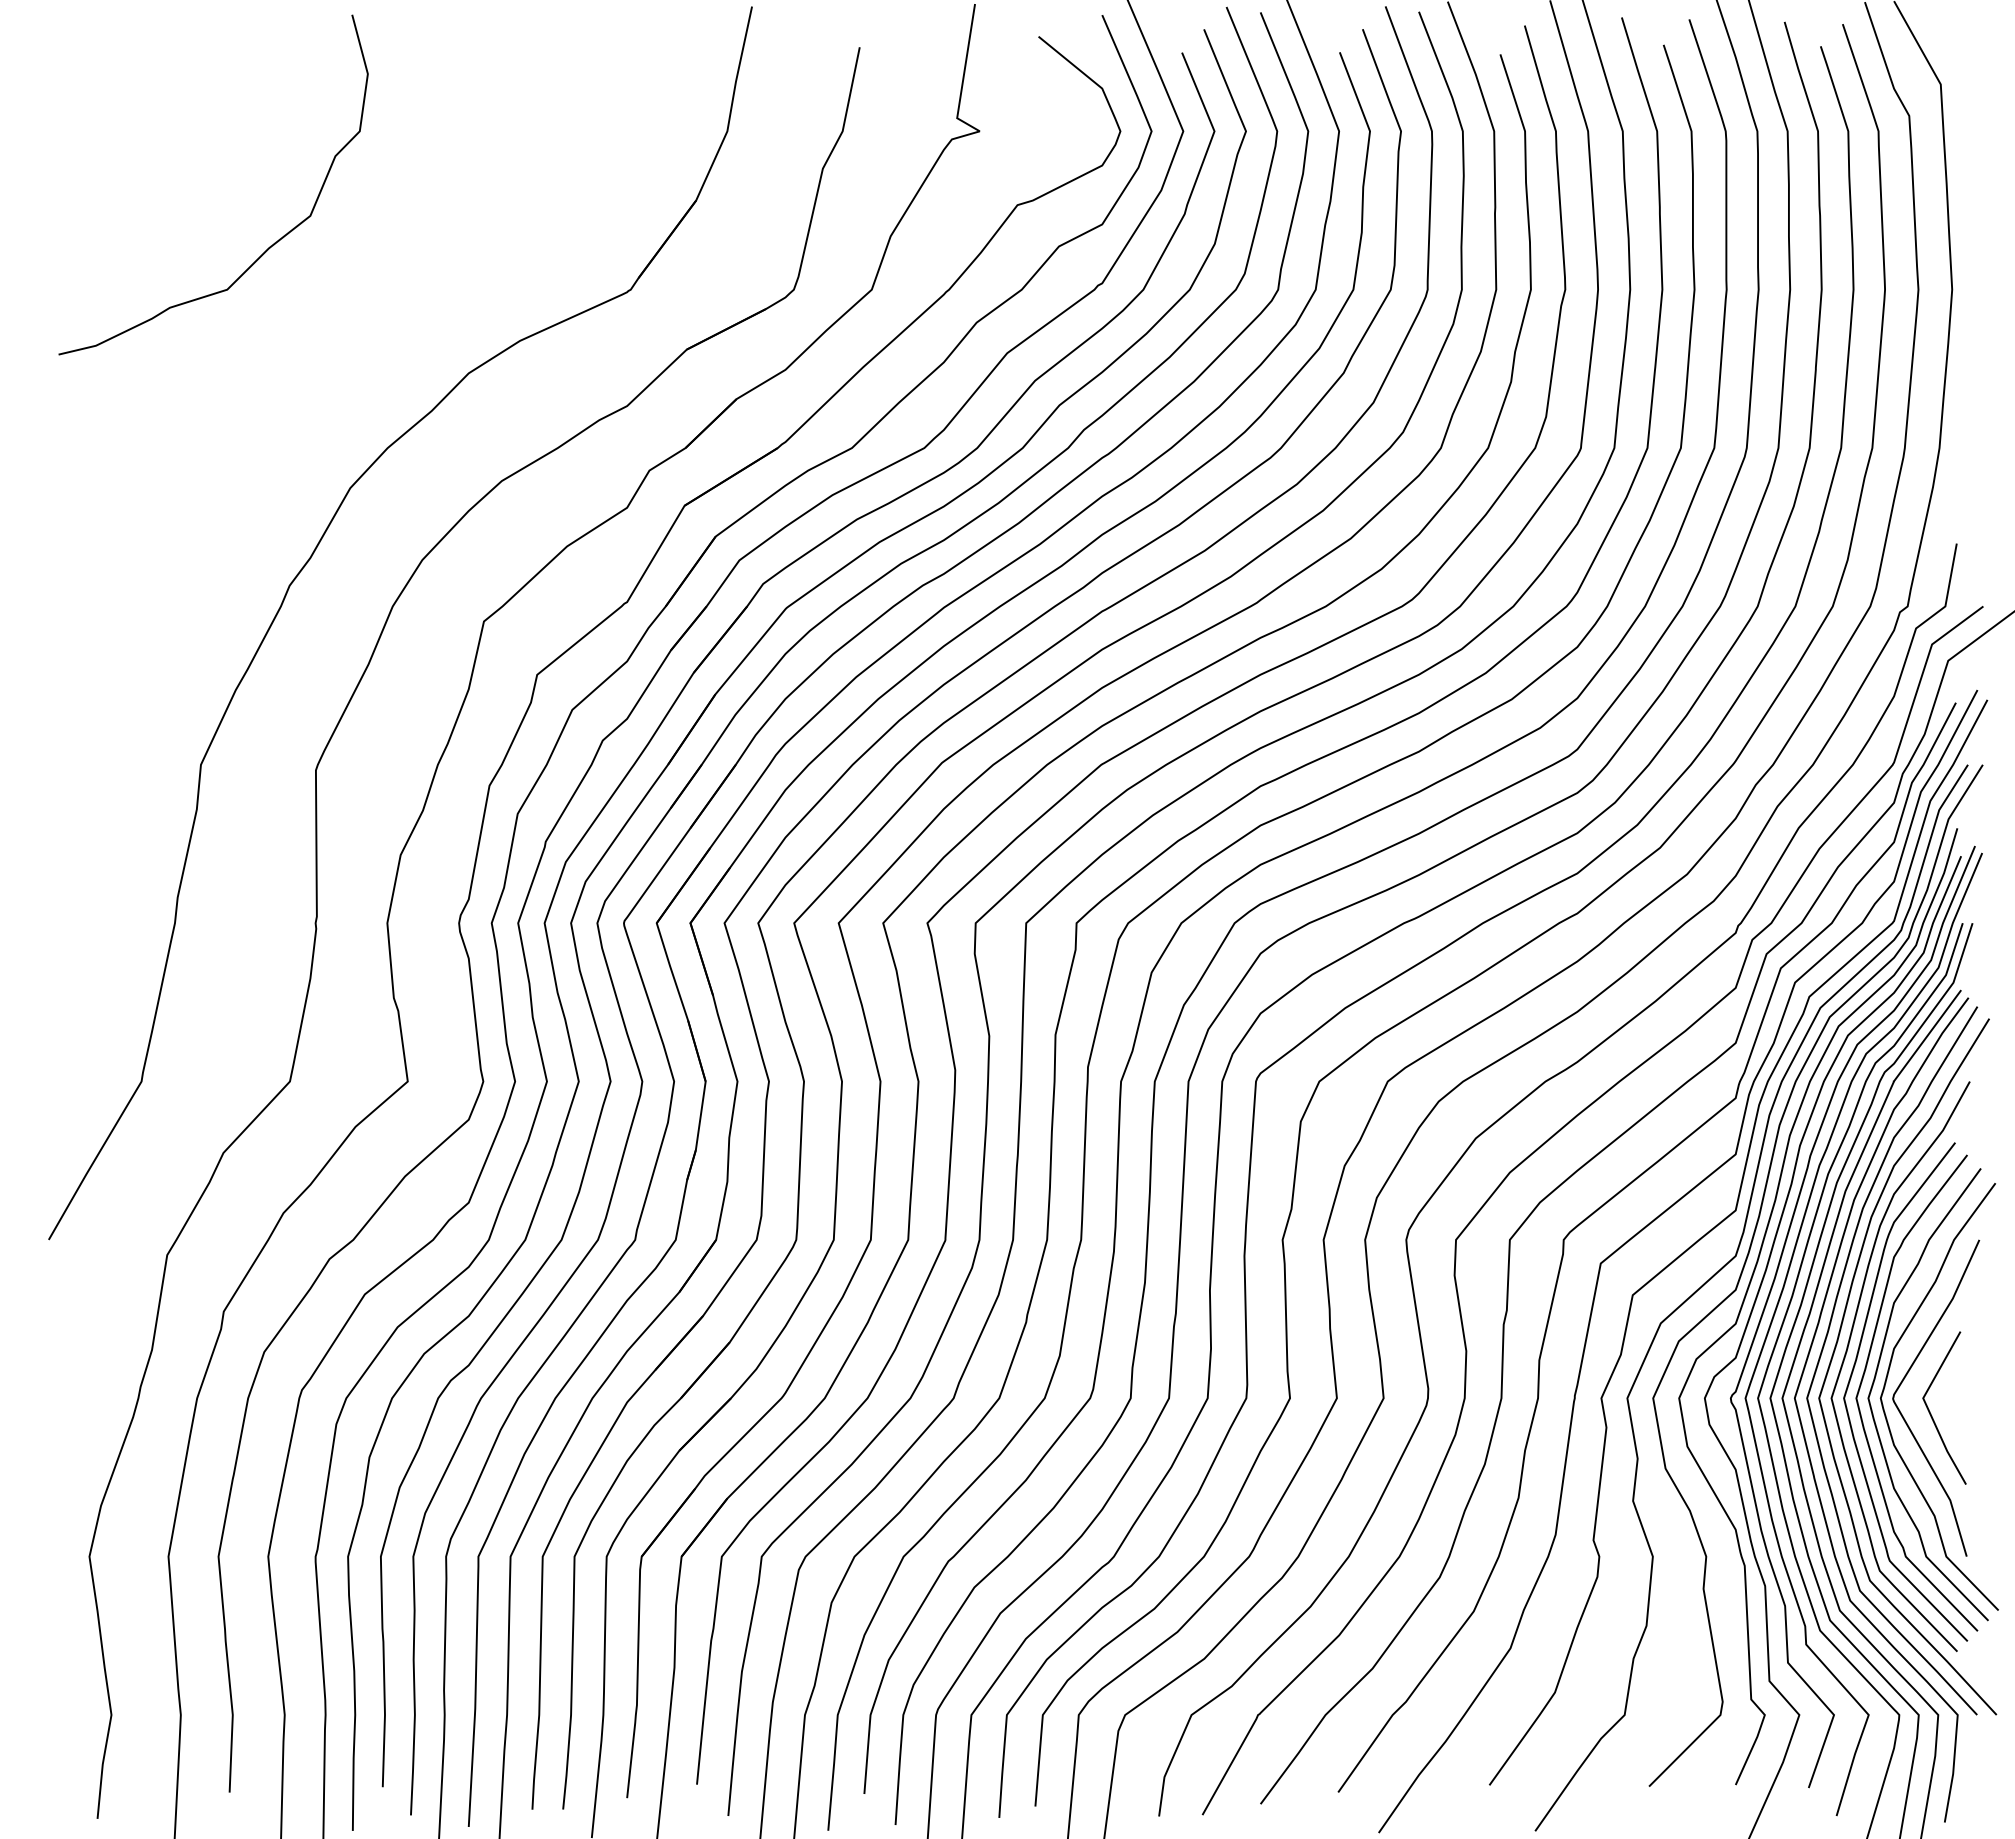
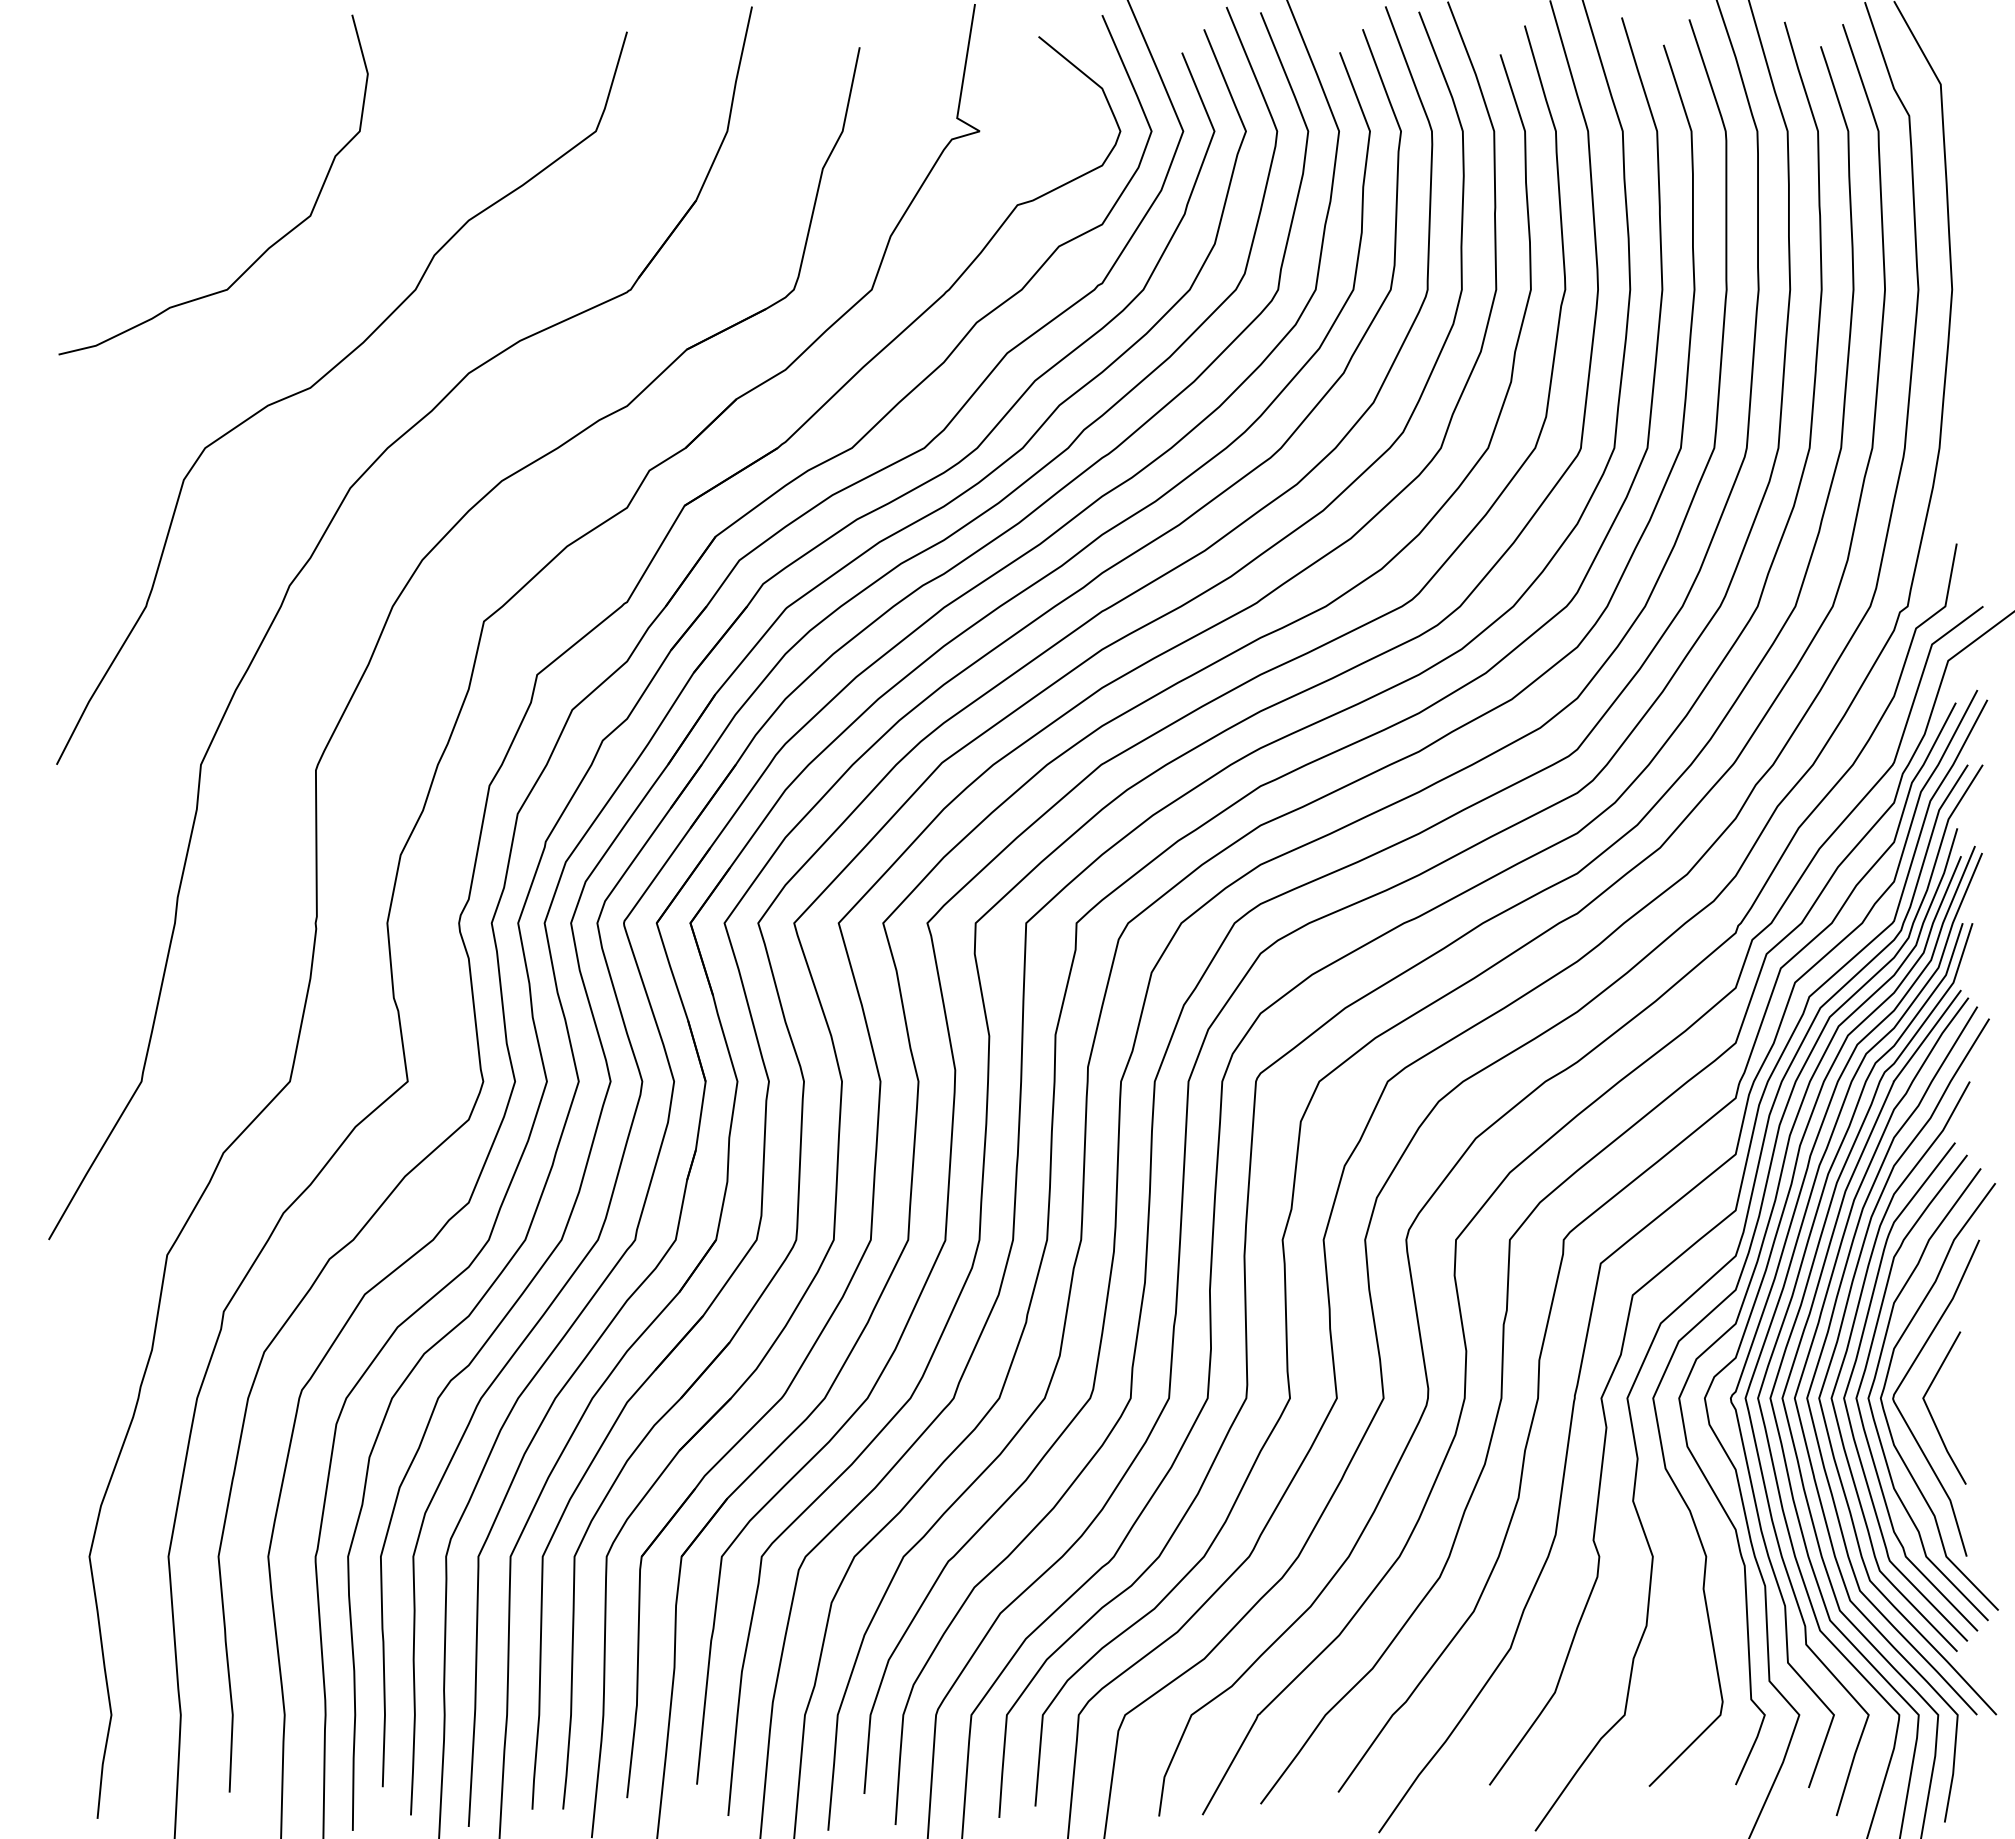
curve at (324, 377): none -> present
